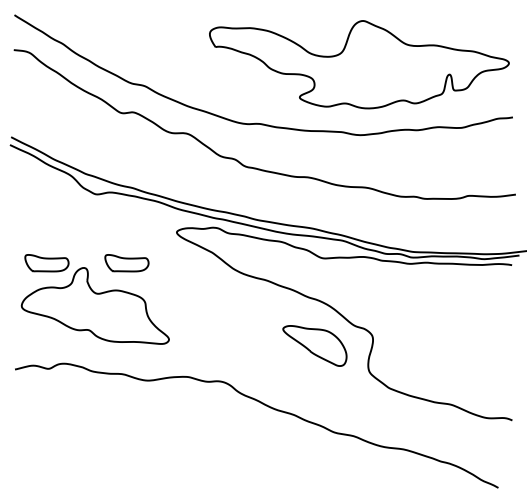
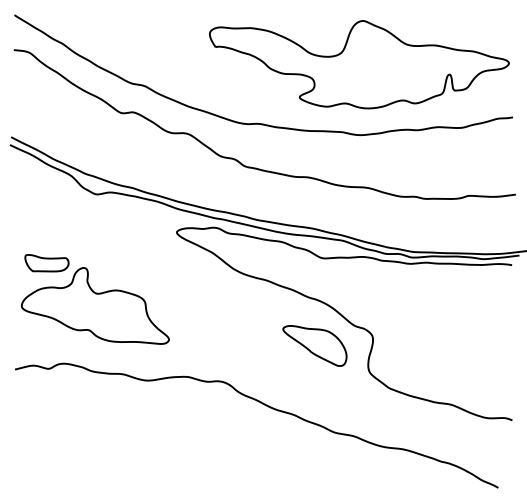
part at (126, 263): present -> none
